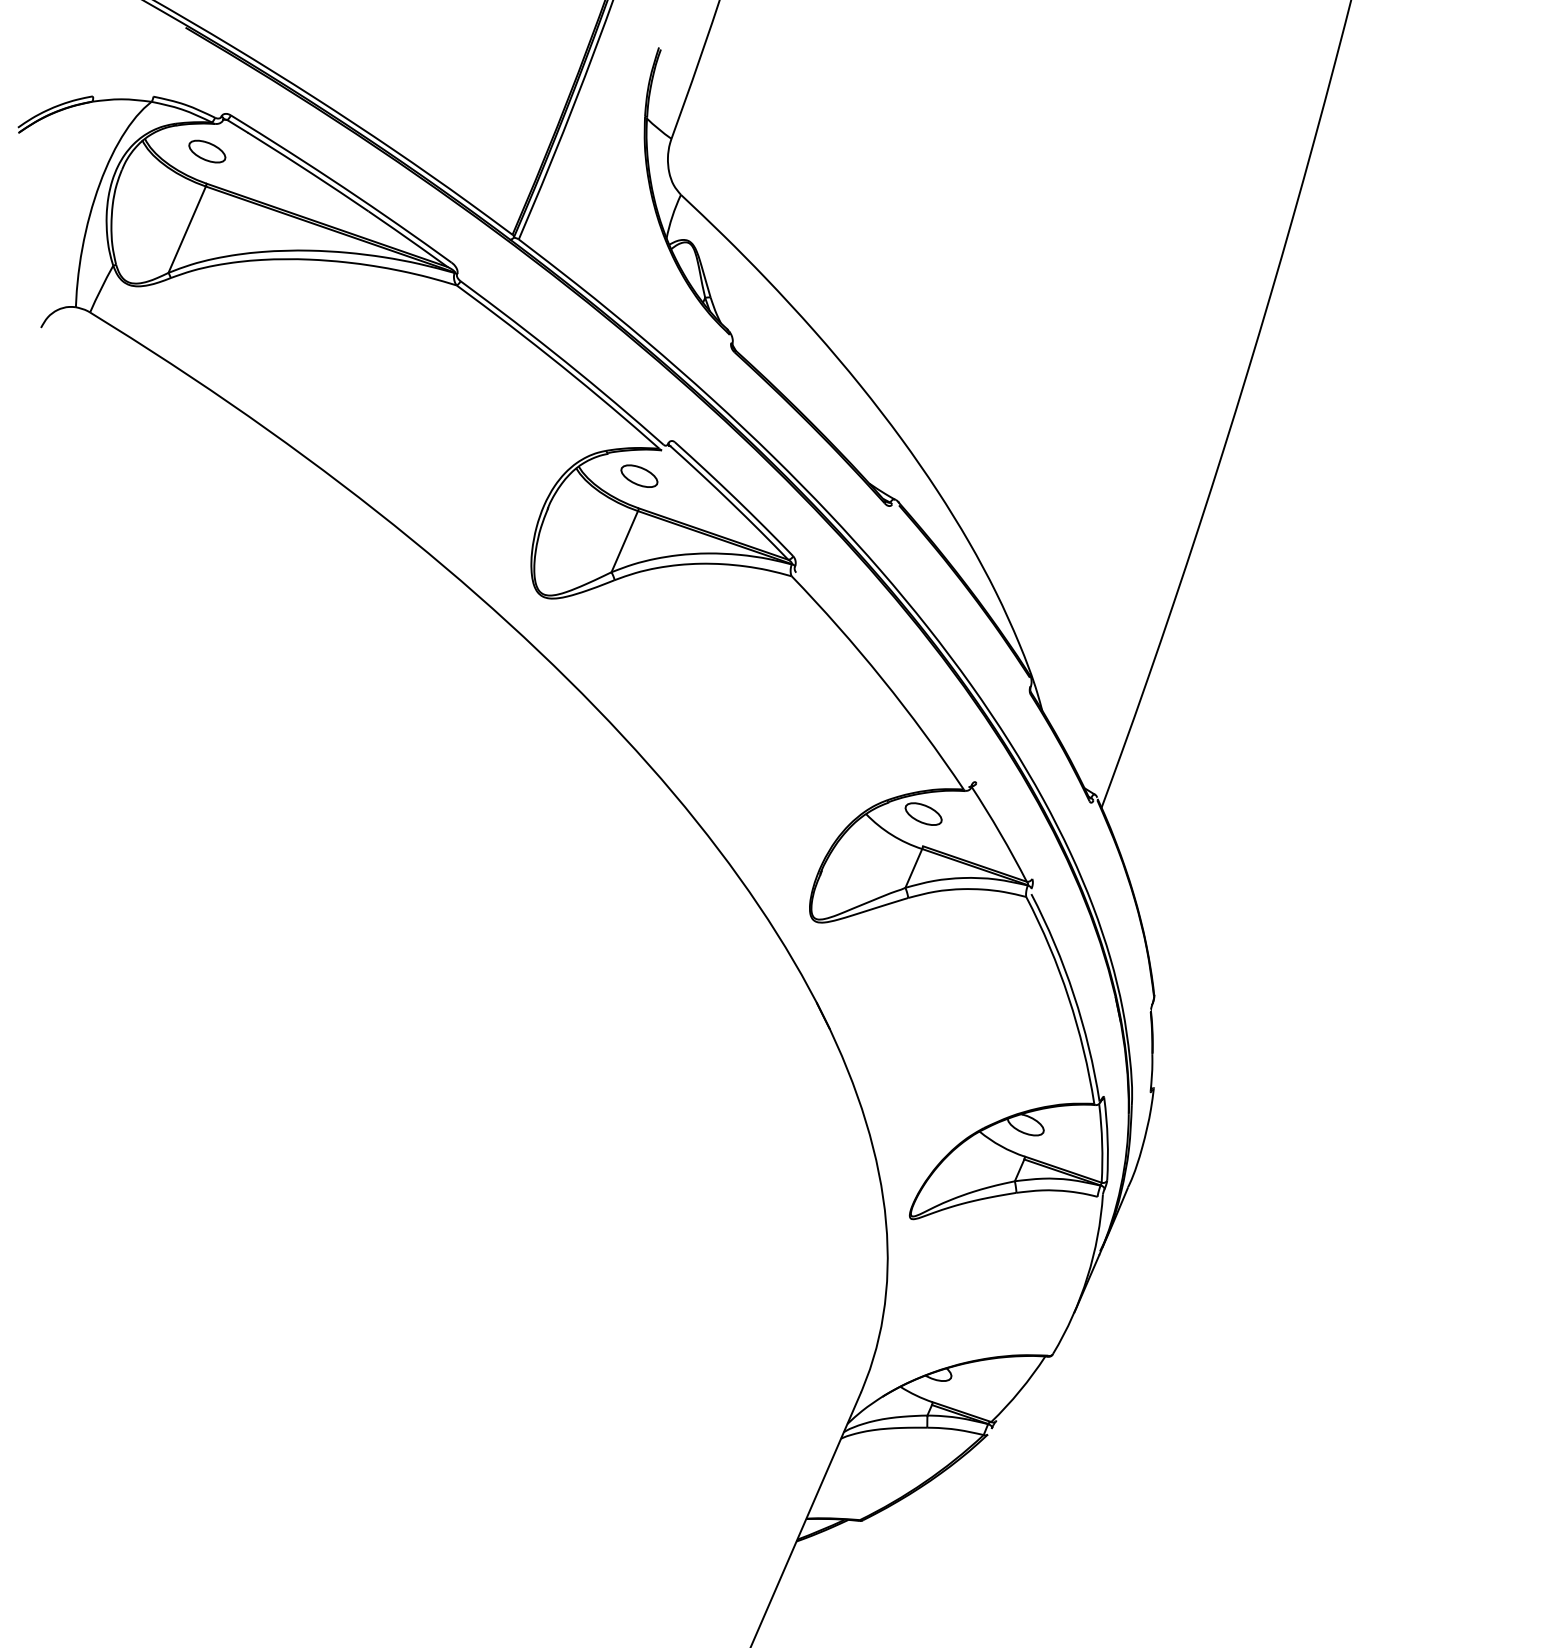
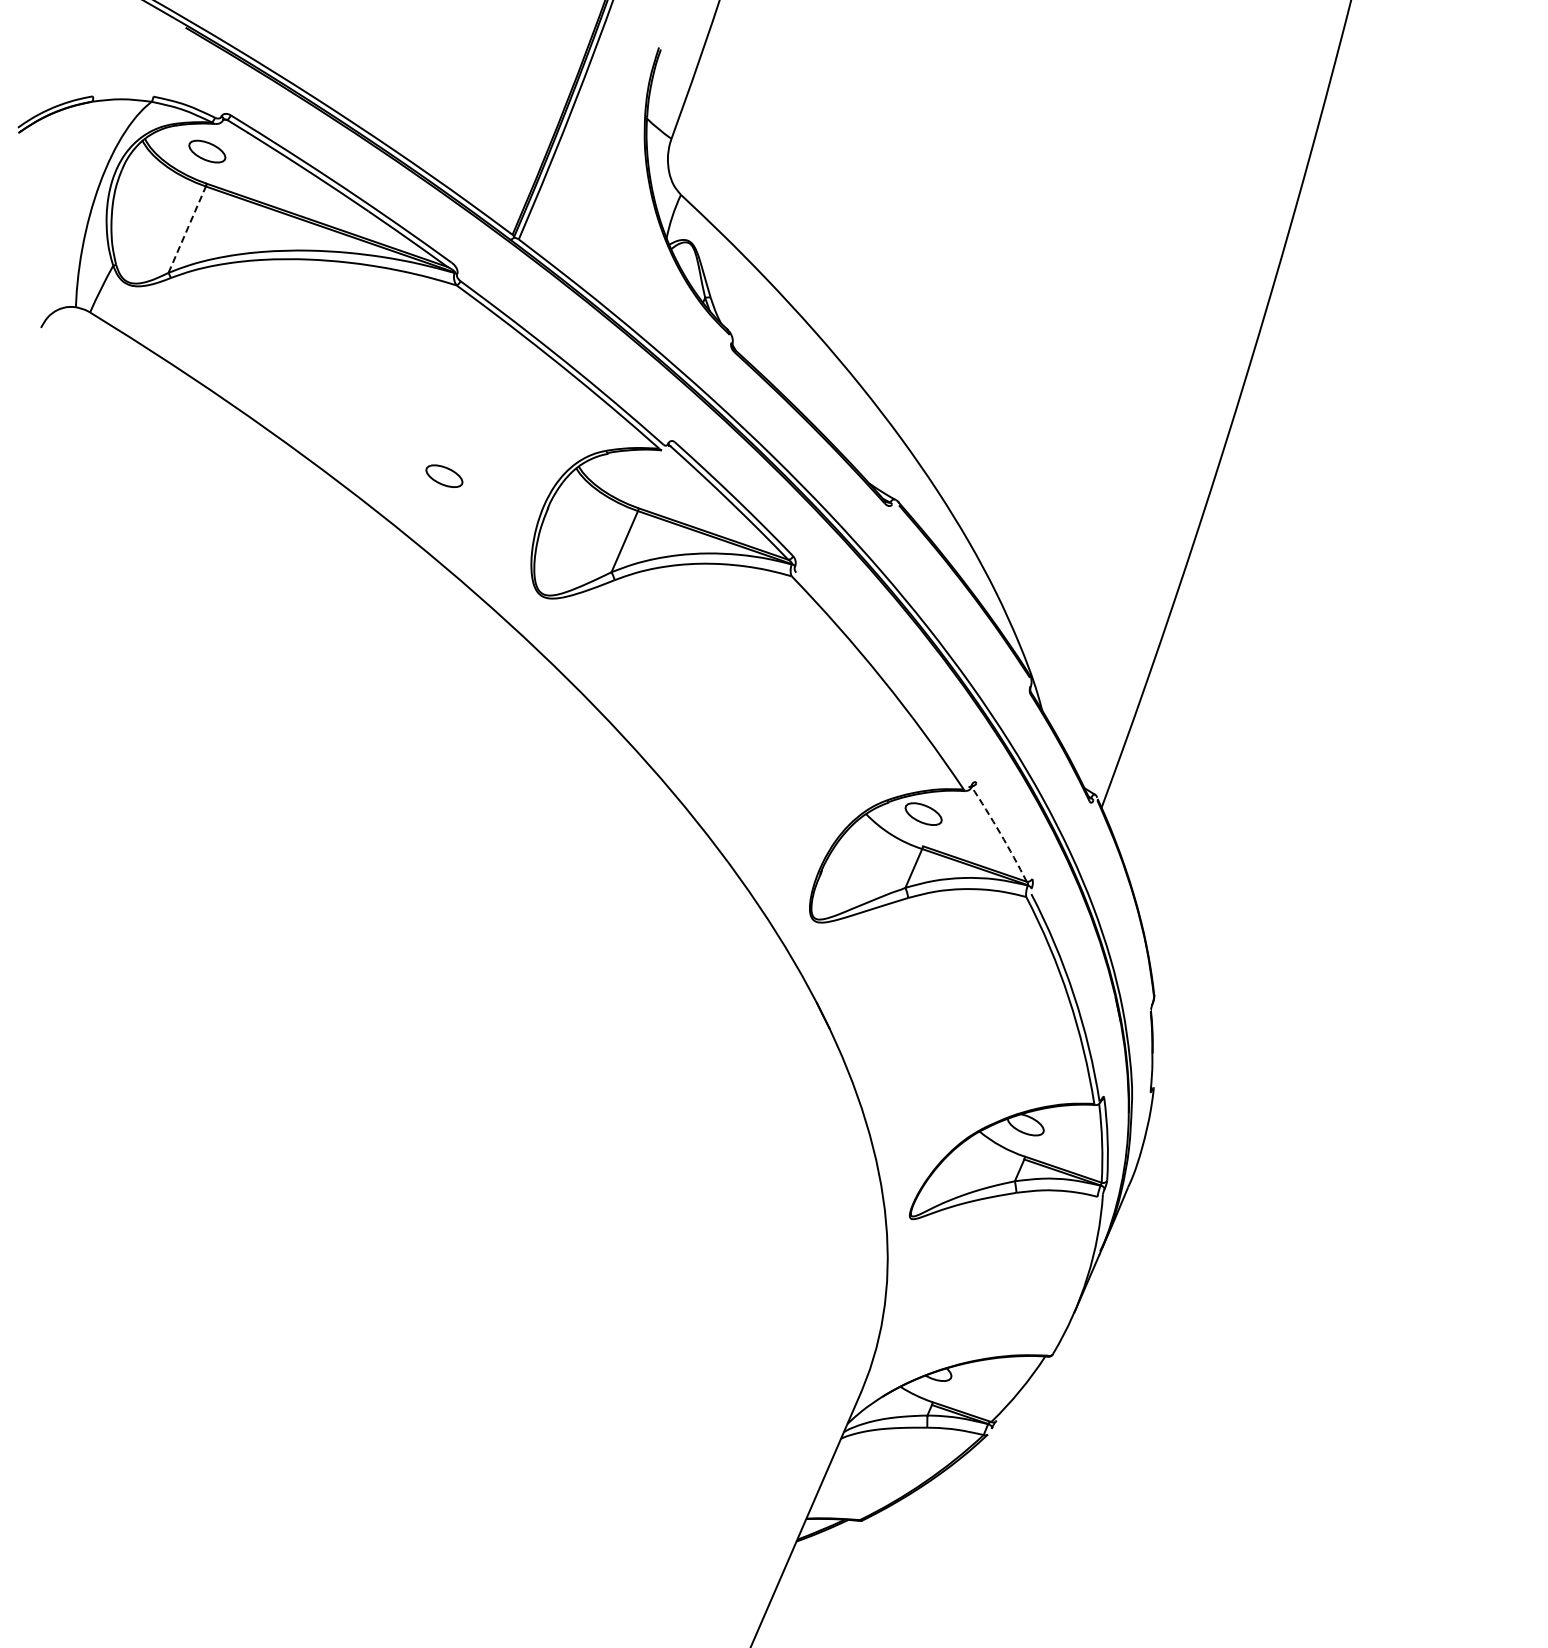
line at (187, 229): solid -> dashed
part at (639, 475) position: (639, 475) -> (444, 475)
arc at (1000, 833): solid -> dashed
